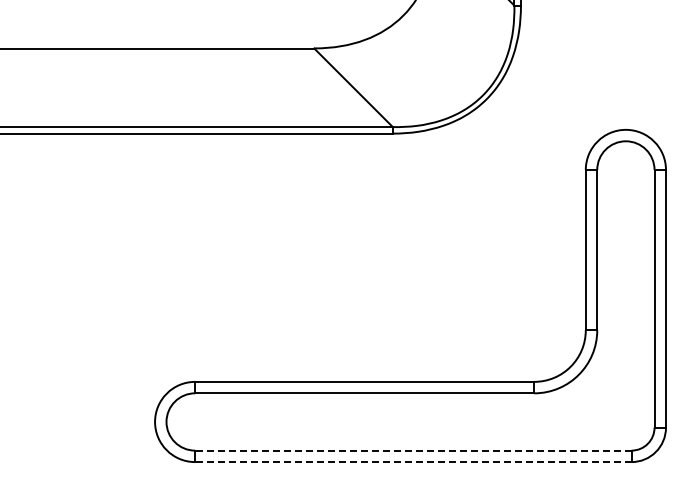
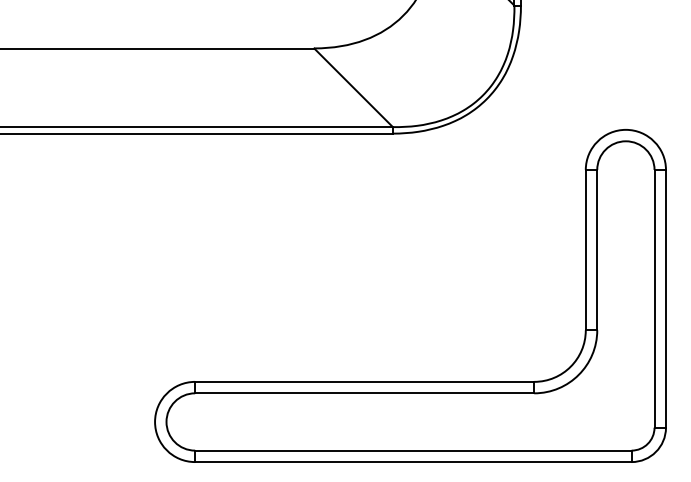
line at (412, 450): dashed -> solid
line at (412, 462): dashed -> solid
